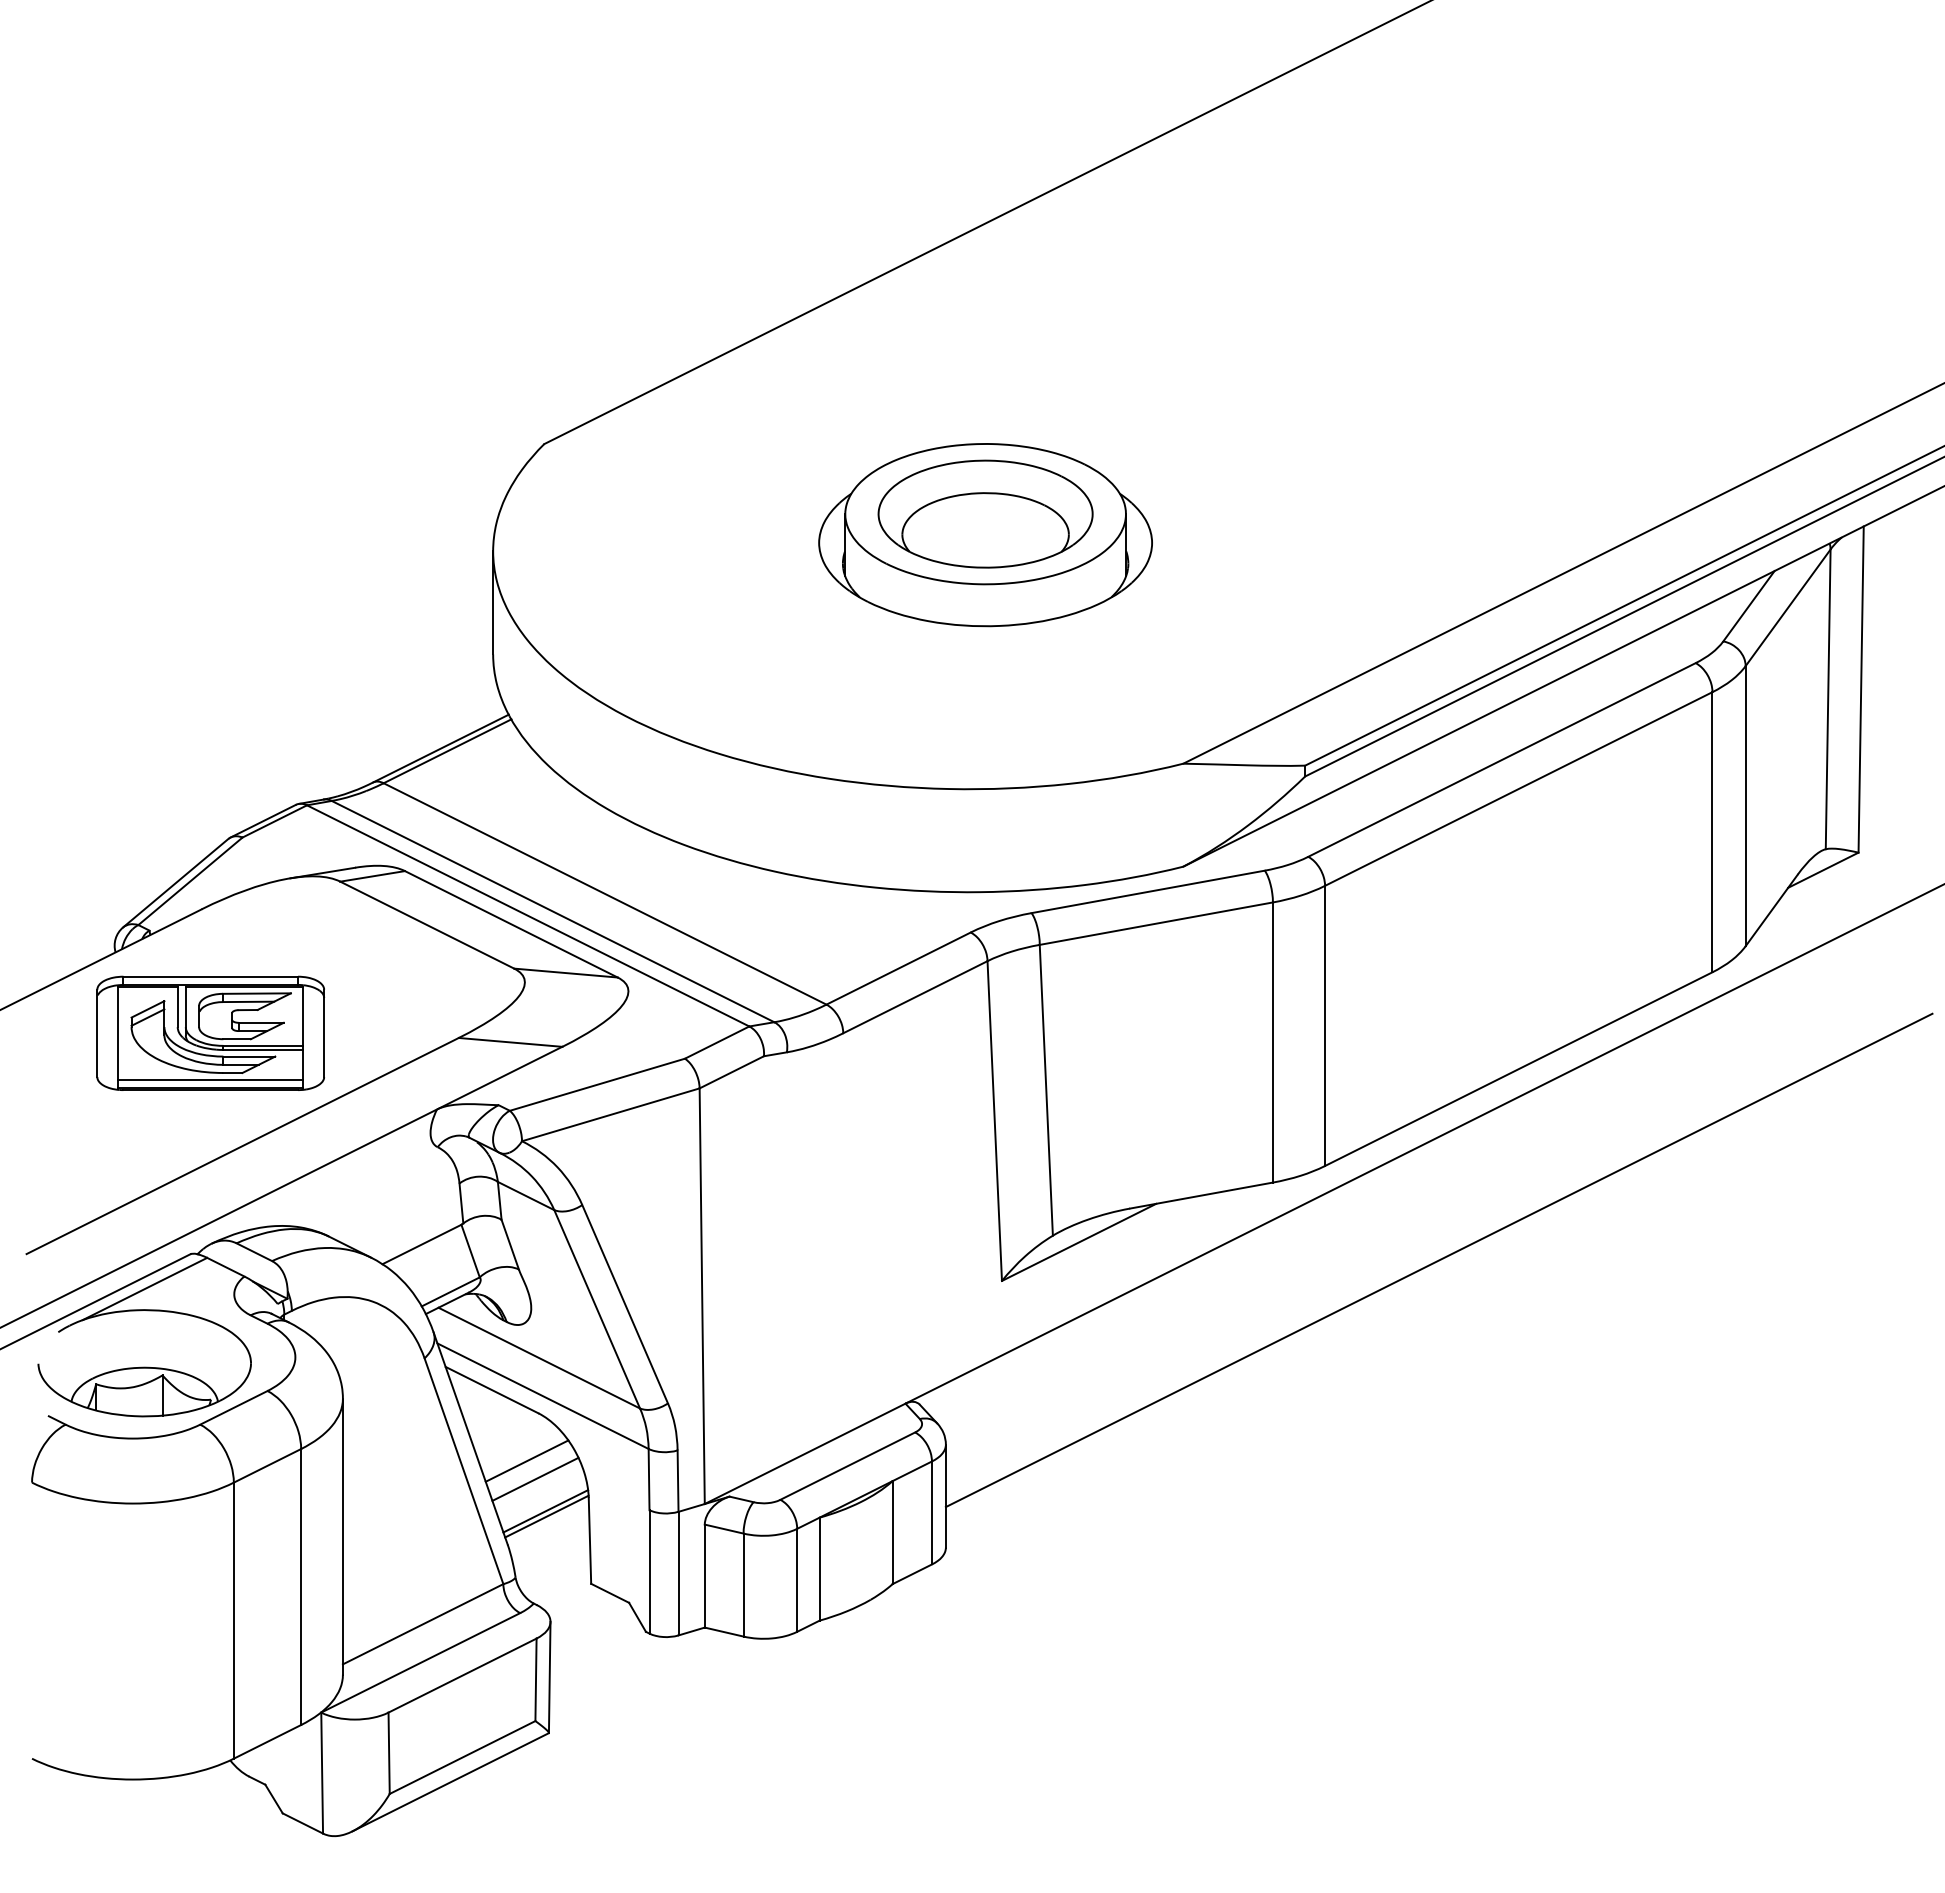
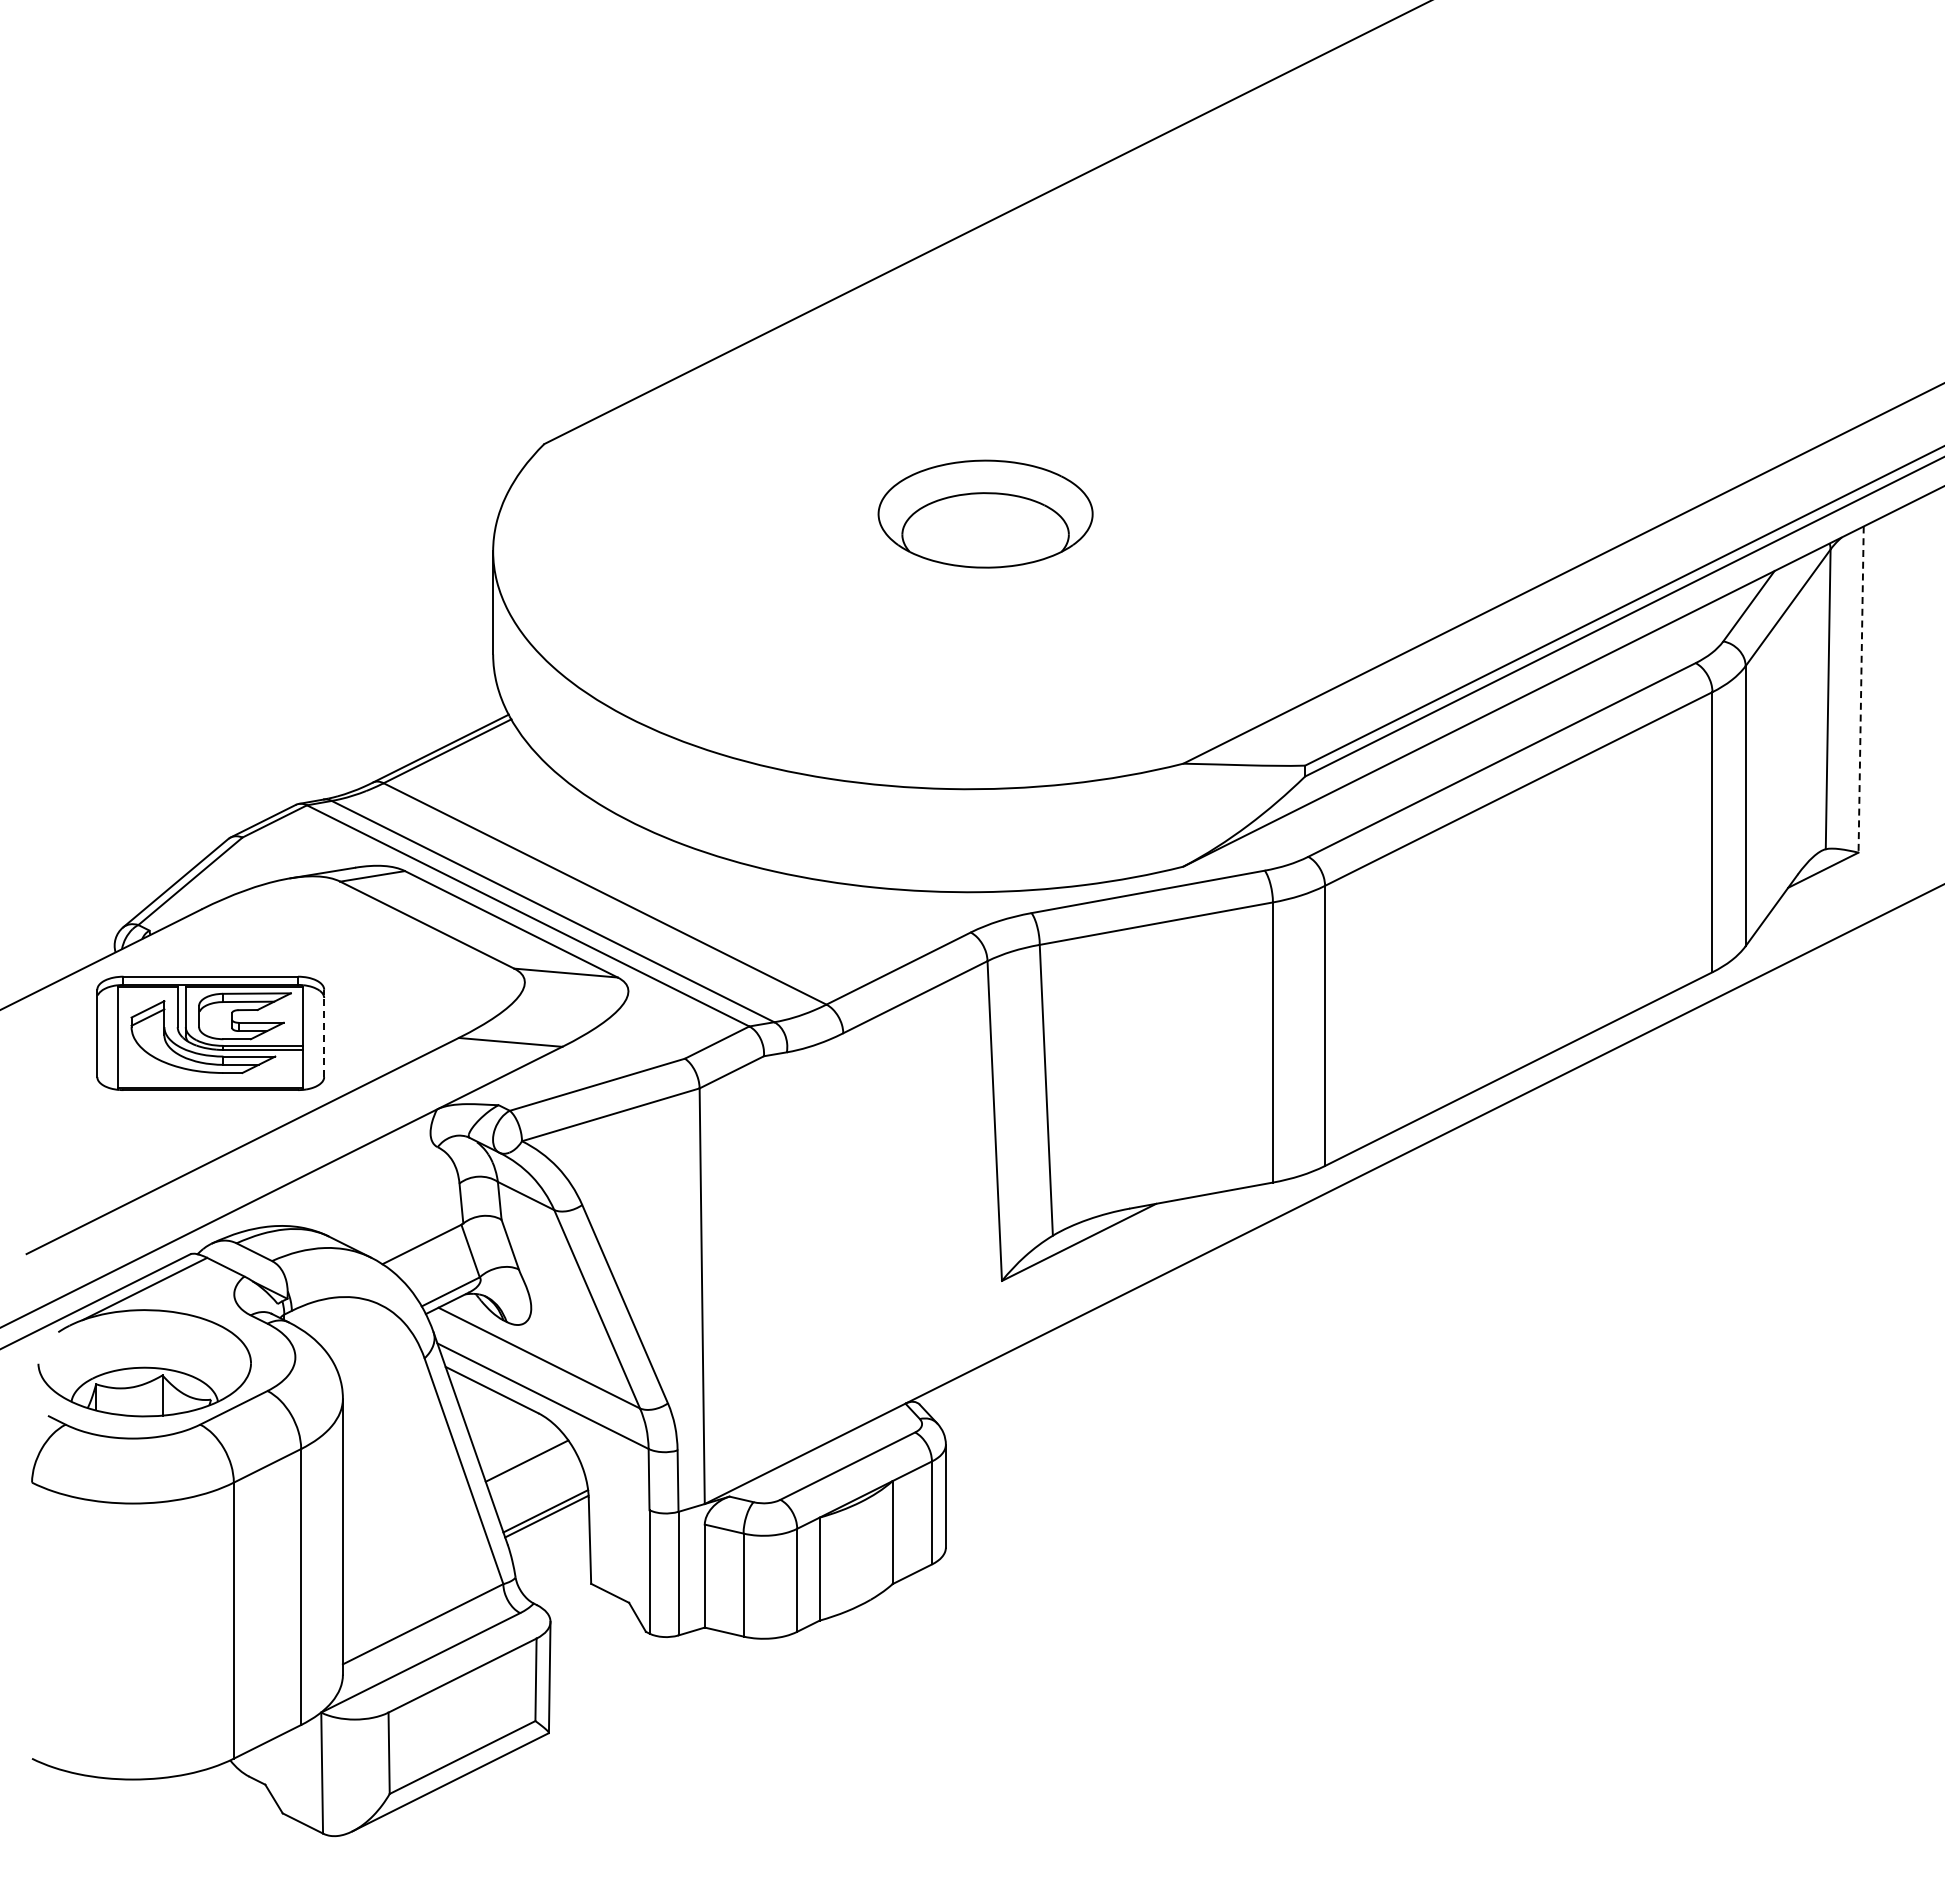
part at (985, 535): present -> none
line at (1861, 690): solid -> dashed
line at (324, 1033): solid -> dashed
line at (210, 1079): present -> none
line at (1438, 1260): present -> none
line at (535, 1478): present -> none
